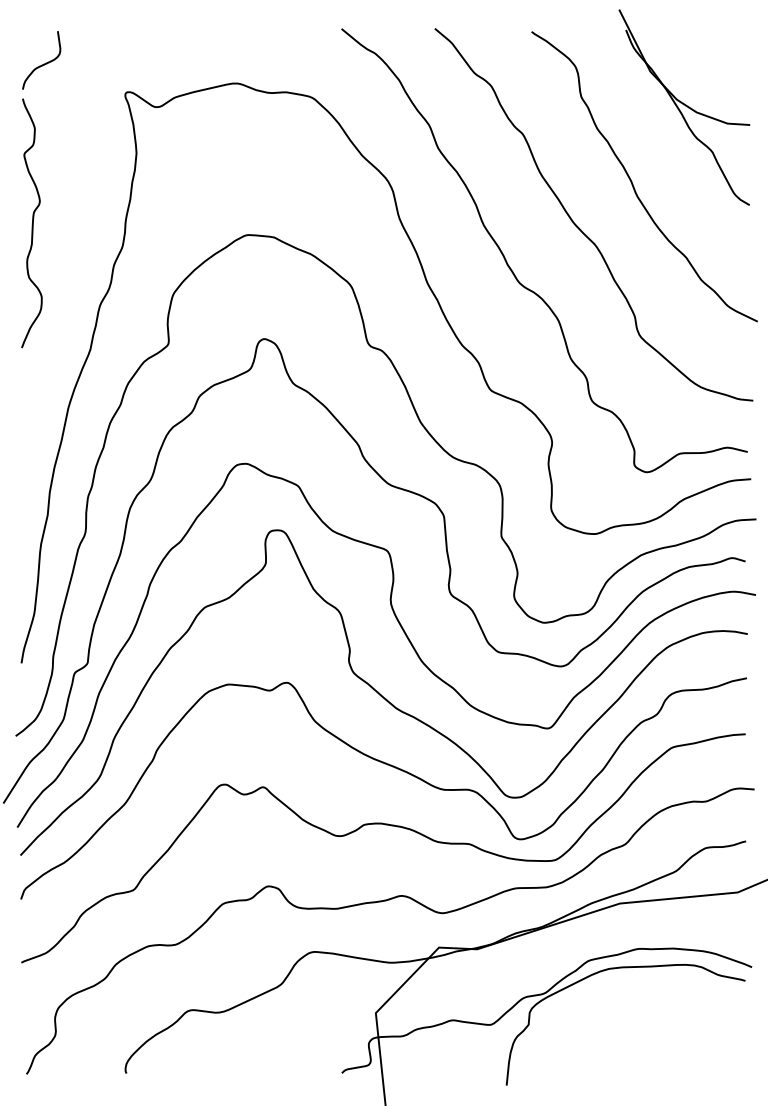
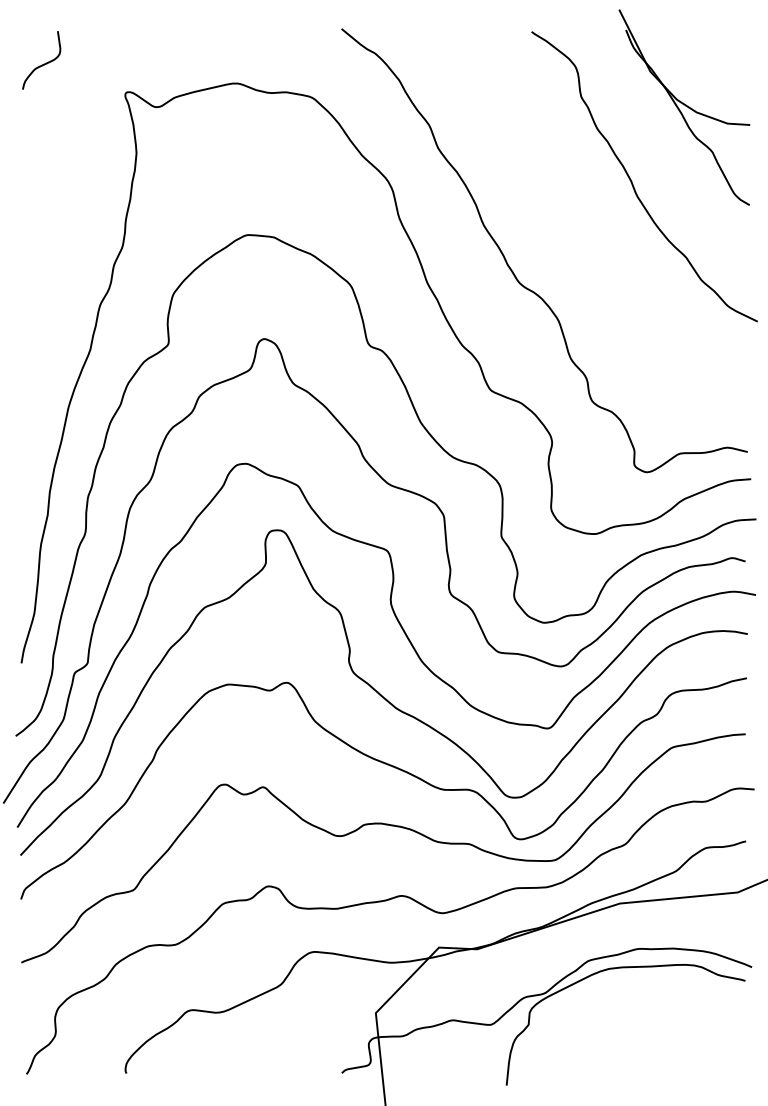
curve at (32, 223): present -> none
curve at (579, 227): present -> none
